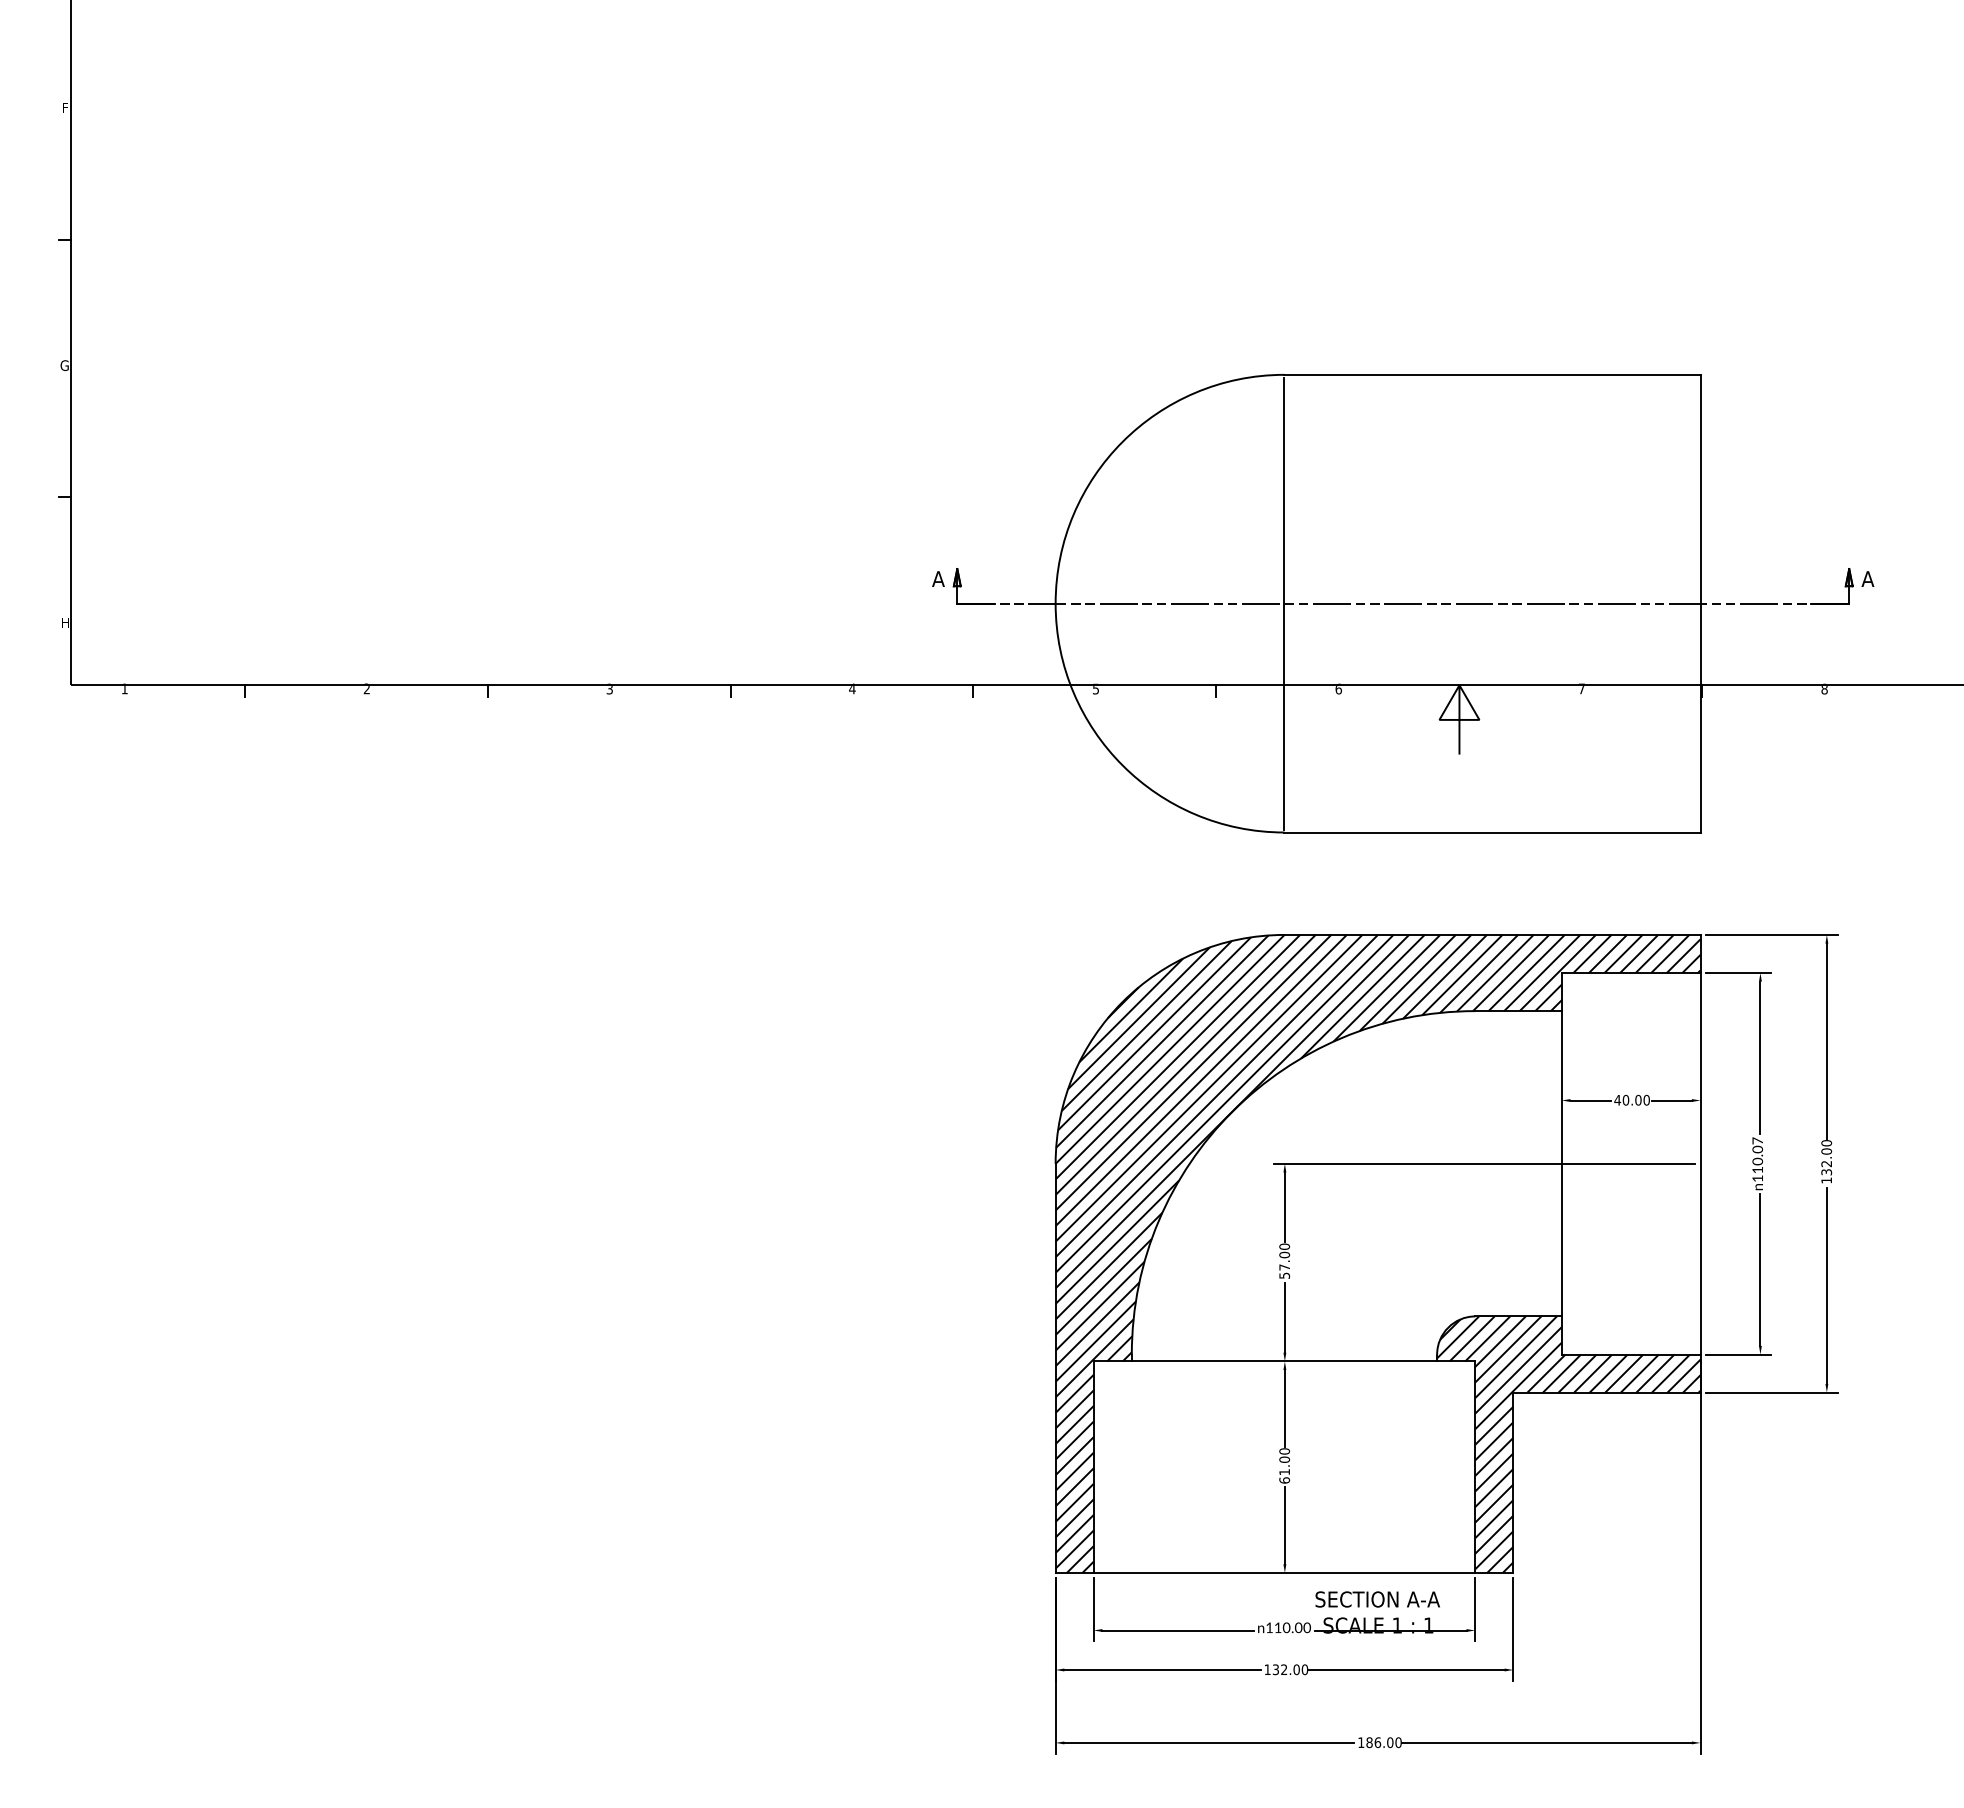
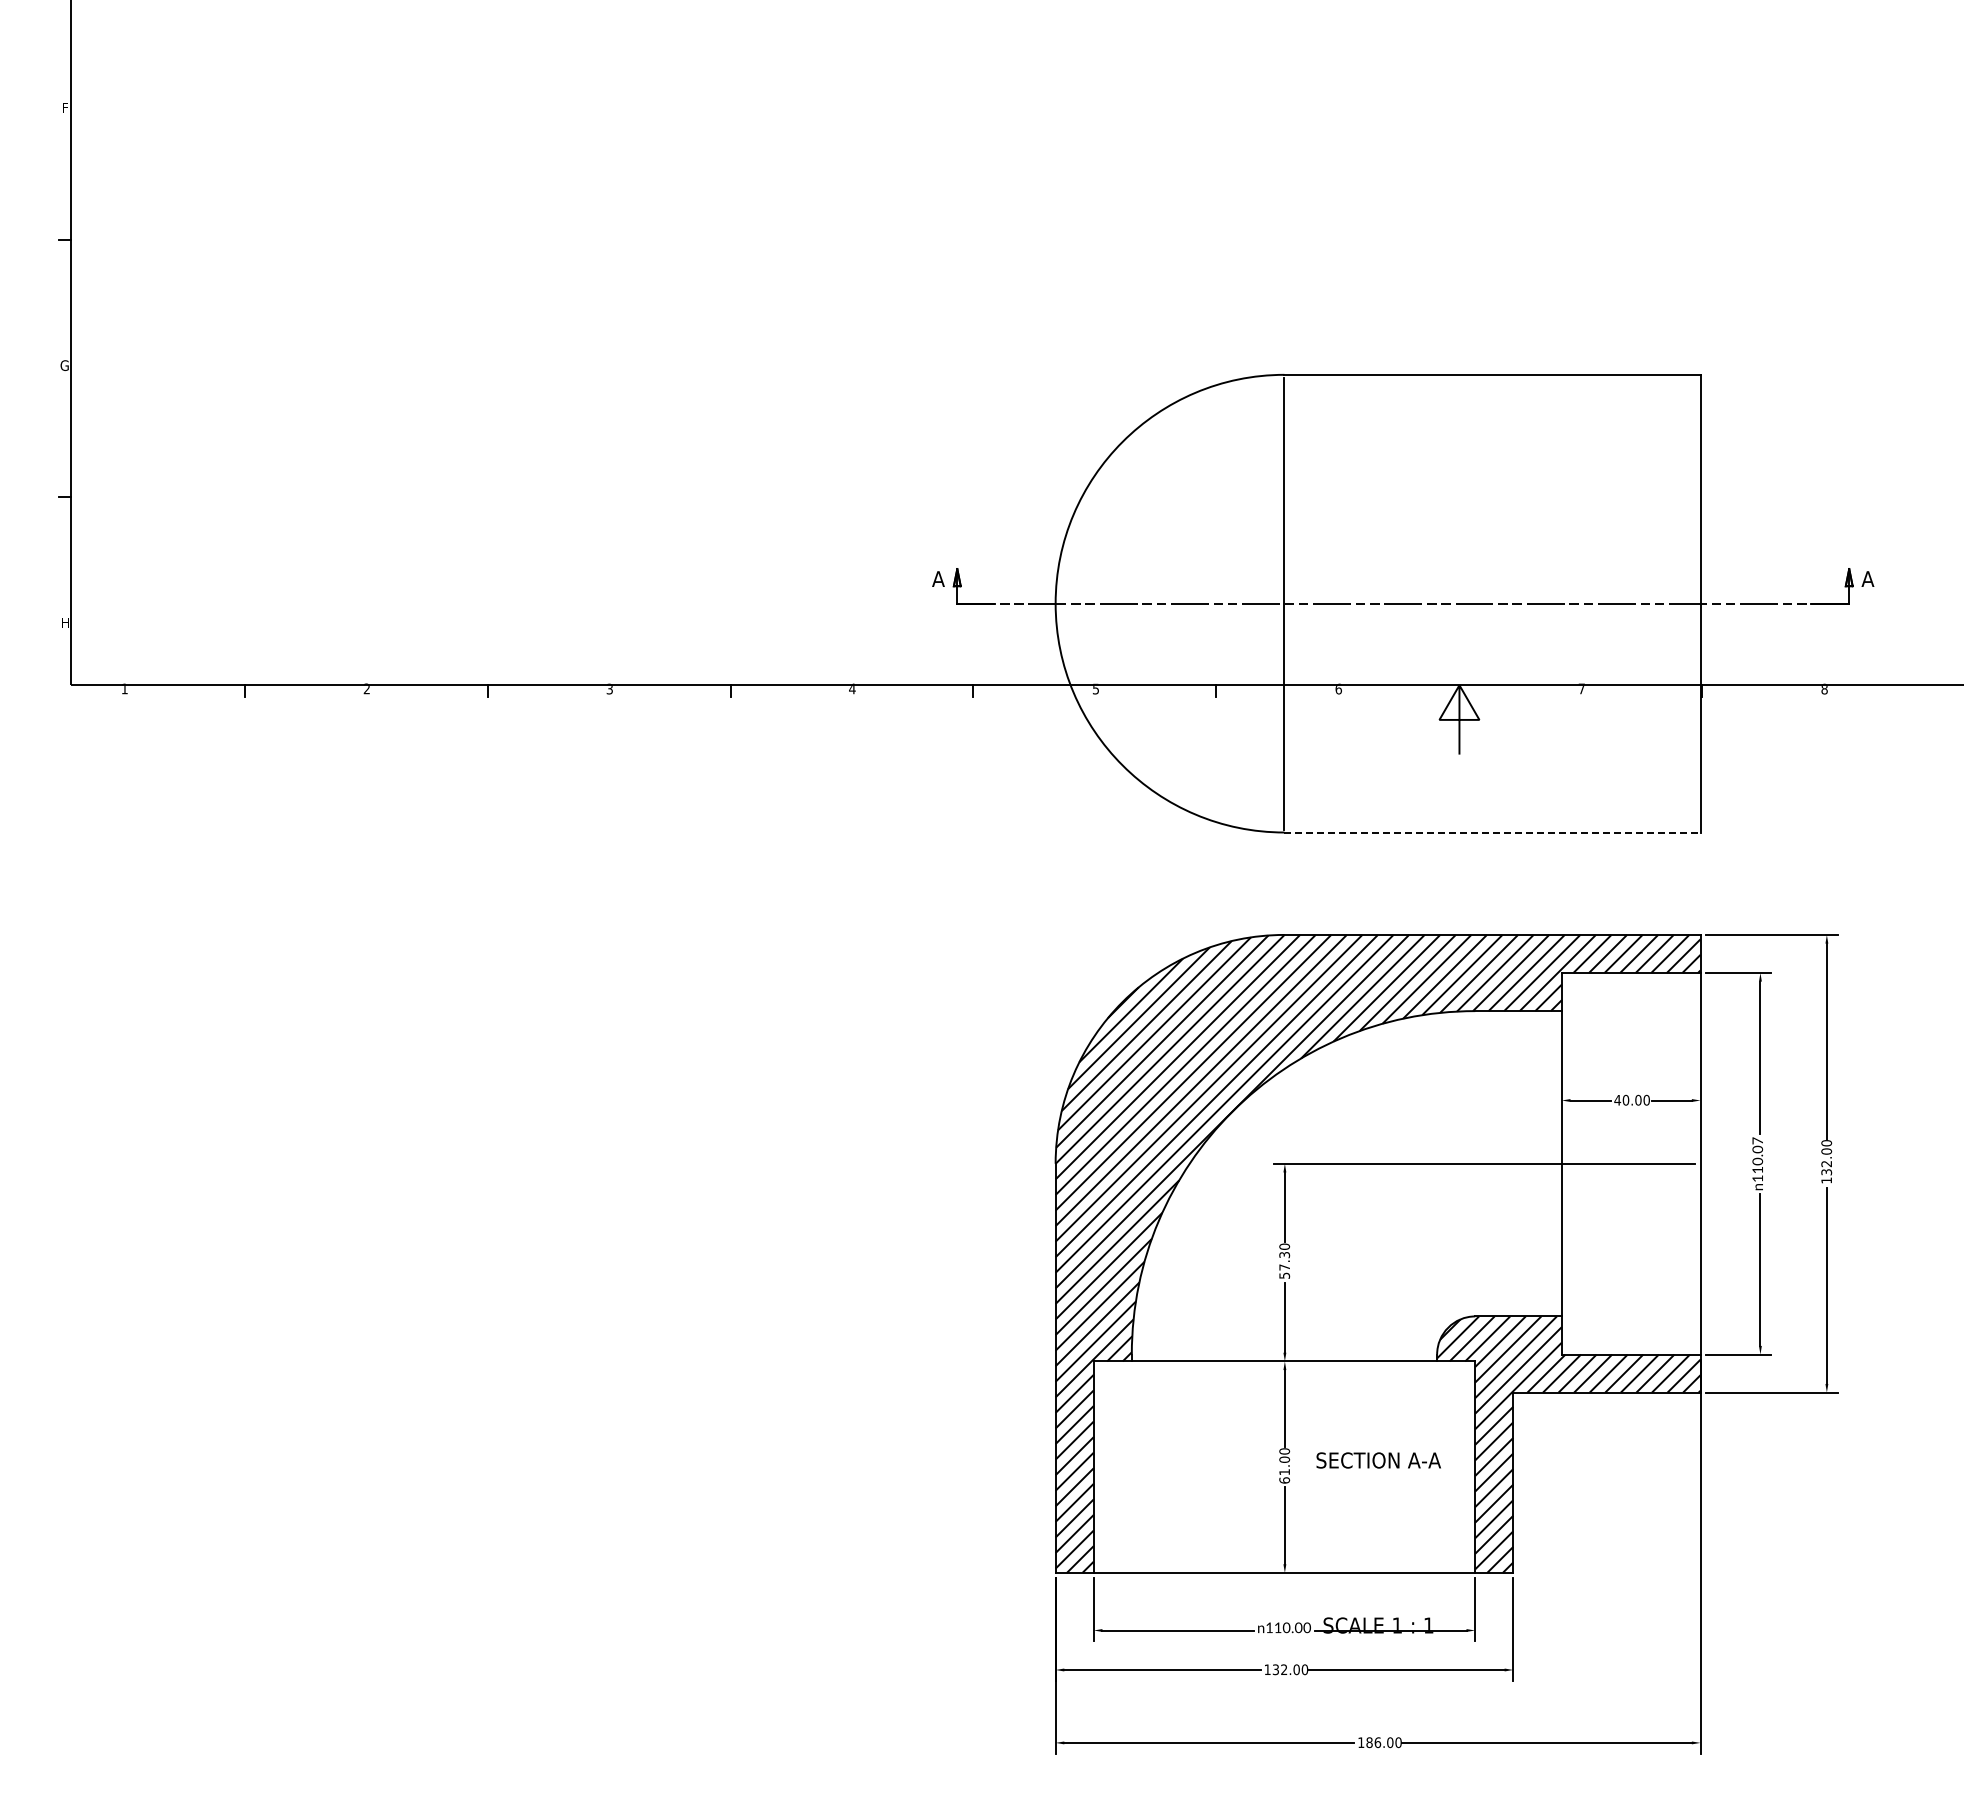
line at (1493, 832): solid -> dashed
text at (1284, 1254): 57.00 -> 57.30
text at (1377, 1599) position: (1377, 1599) -> (1378, 1460)
